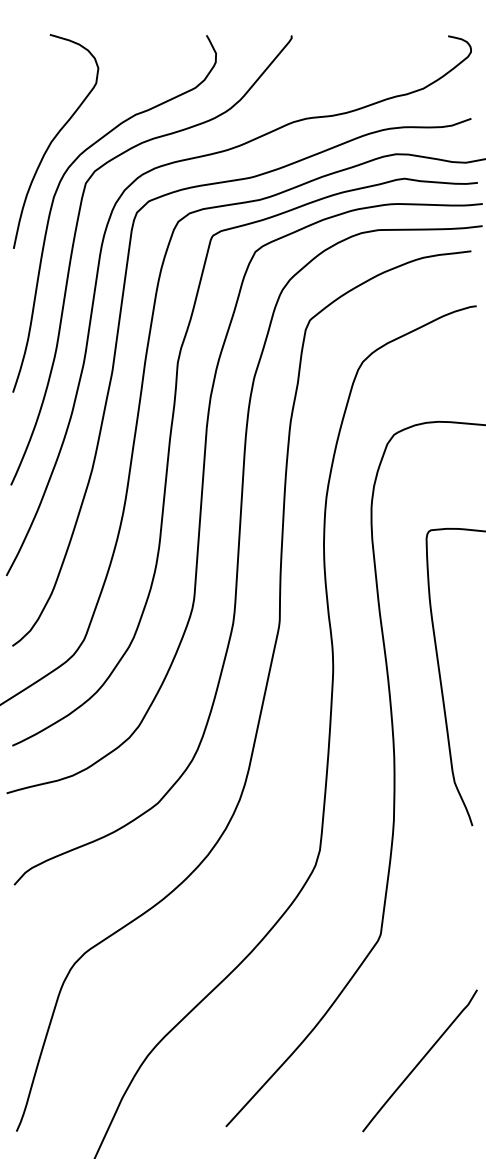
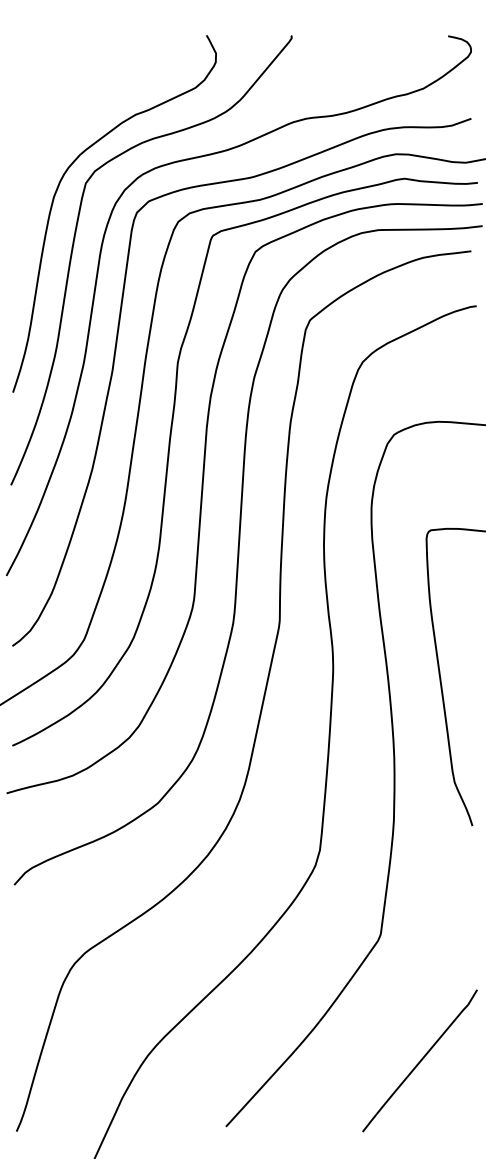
curve at (54, 139): present -> none
